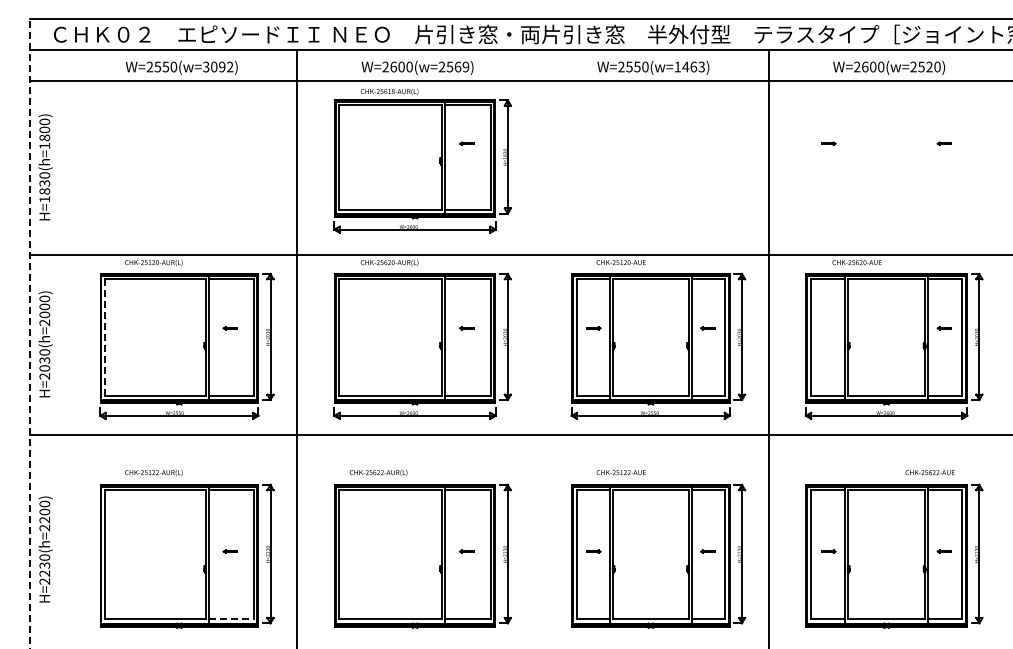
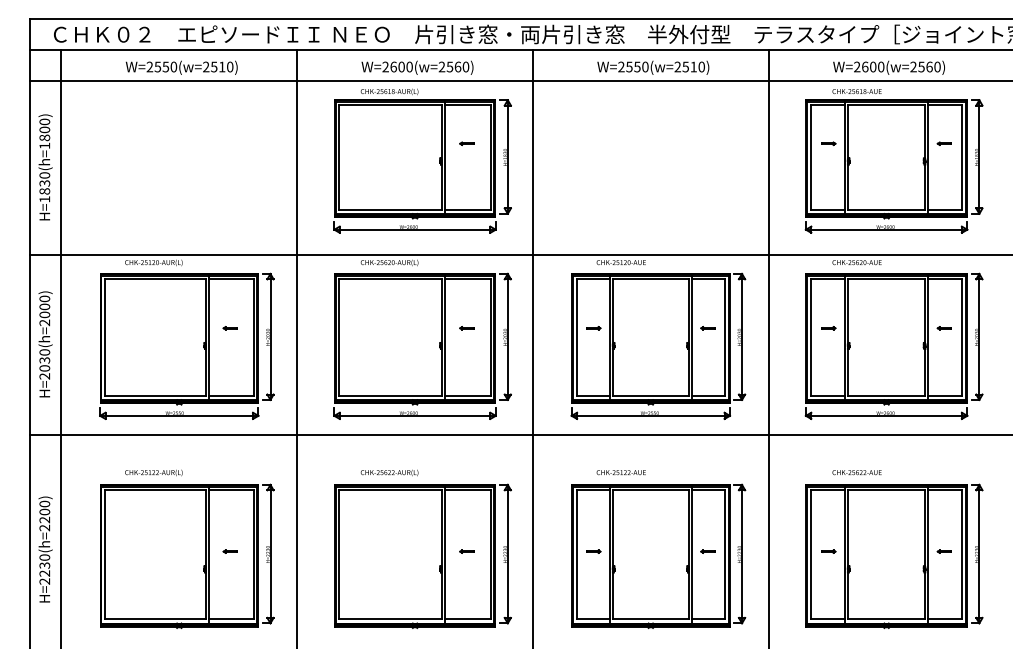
text at (218, 66): W=2550(w=3092) -> W=2550(w=2510)
text at (689, 66): W=2550(w=1463) -> W=2550(w=2510)
text at (929, 66): W=2600(w=2520) -> W=2600(w=2560)
text at (465, 67): W=2600(w=2569) -> W=2600(w=2560)
part at (893, 161): none -> present
part at (828, 328): none -> present
line at (30, 333): dashed -> solid
line at (105, 337): dashed -> solid
line at (61, 347): none -> present
line at (532, 347): none -> present
text at (378, 472) position: (378, 472) -> (389, 472)
text at (929, 472) position: (929, 472) -> (856, 472)
line at (231, 619): dashed -> solid
